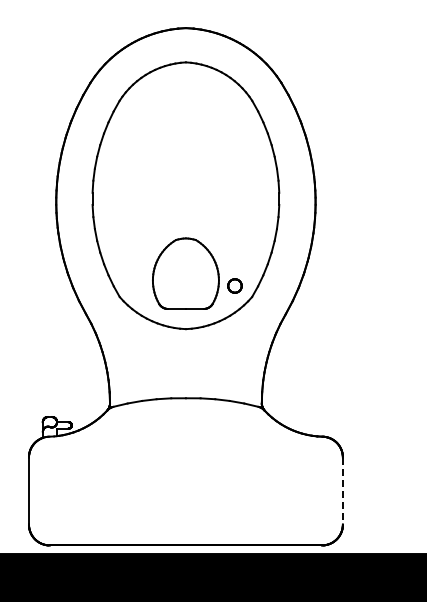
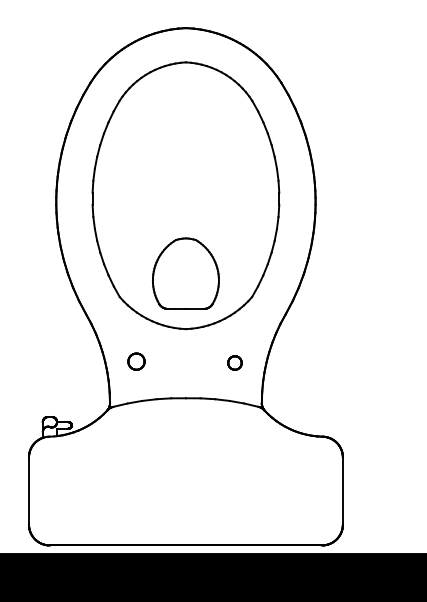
part at (234, 285) position: (234, 285) -> (234, 362)
part at (136, 361): none -> present
line at (342, 491): dashed -> solid
